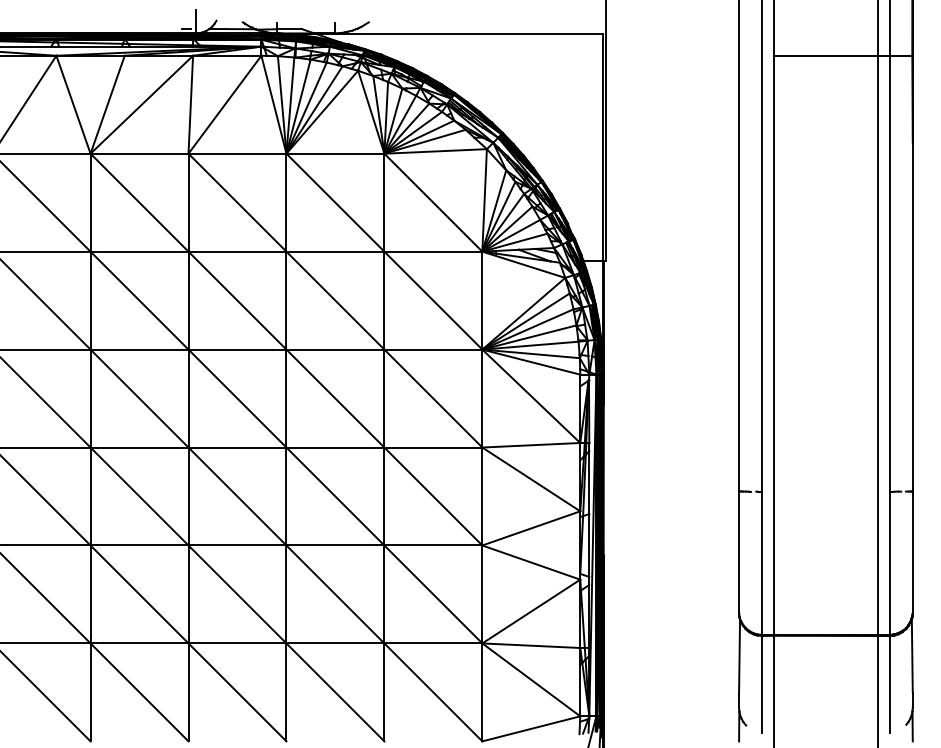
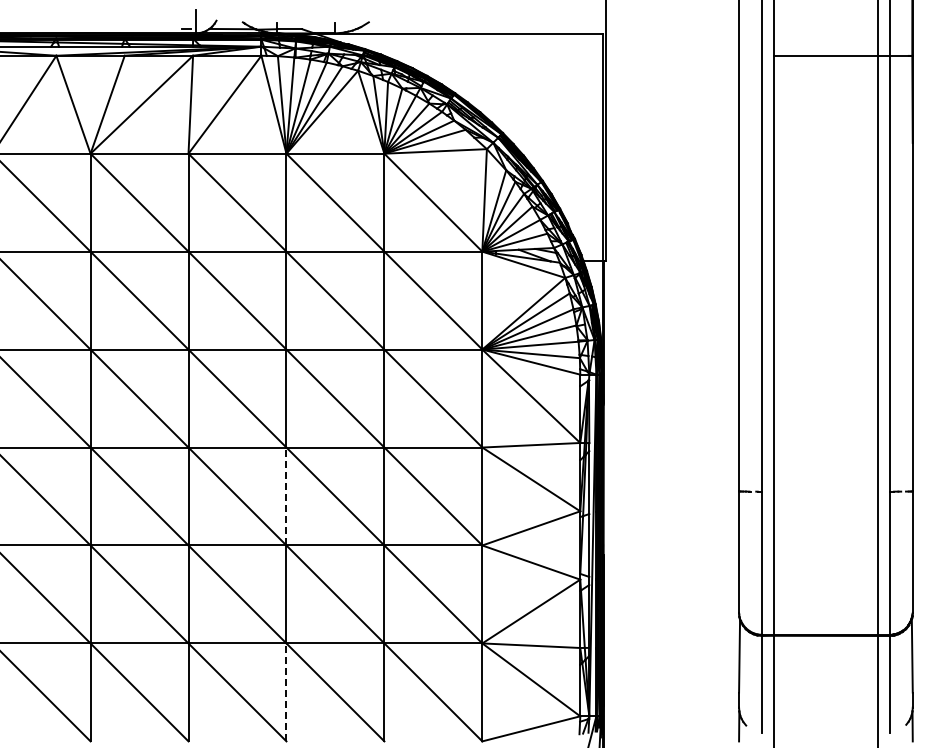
line at (286, 496): solid -> dashed
line at (286, 692): solid -> dashed
